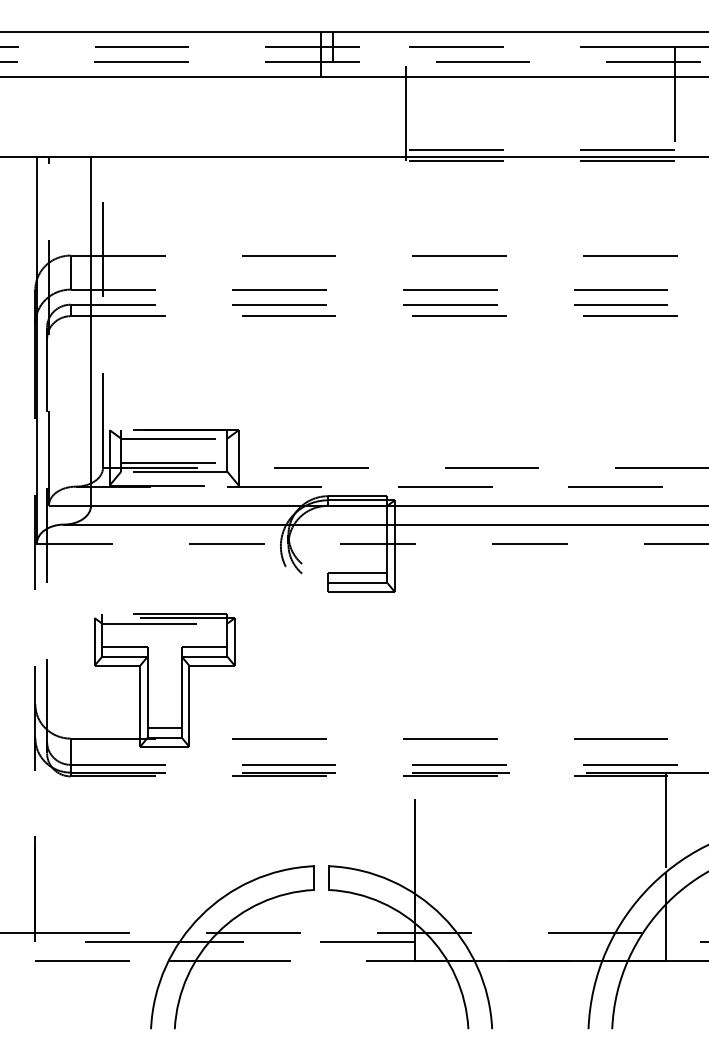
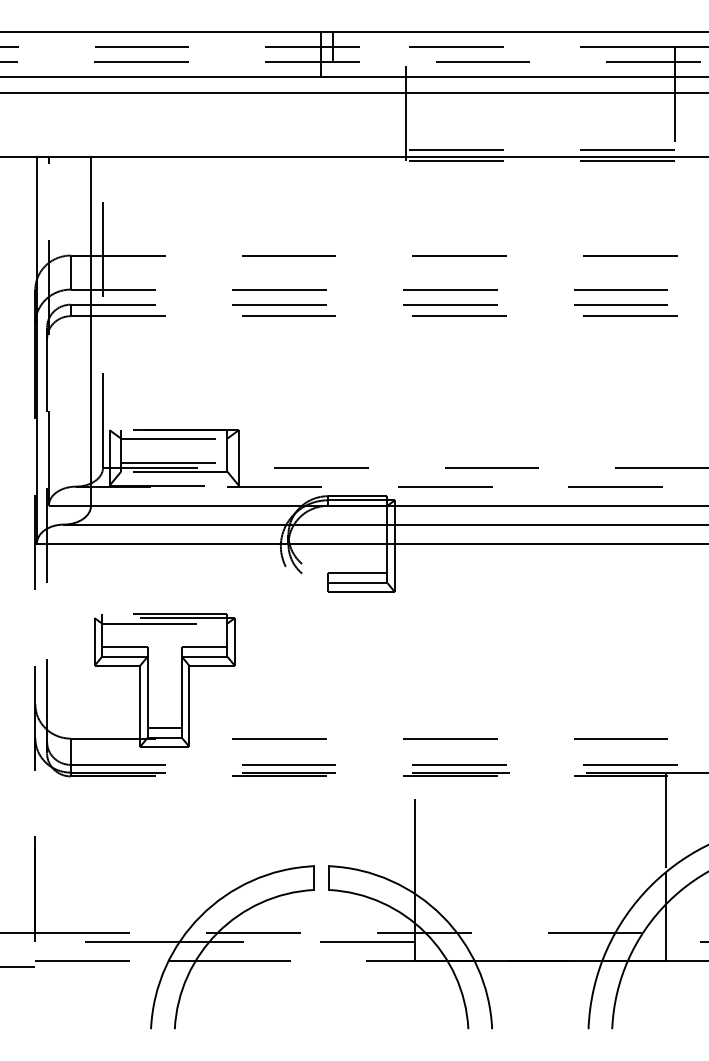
line at (353, 92): none -> present
line at (372, 543): dashed -> solid
line at (18, 967): none -> present
